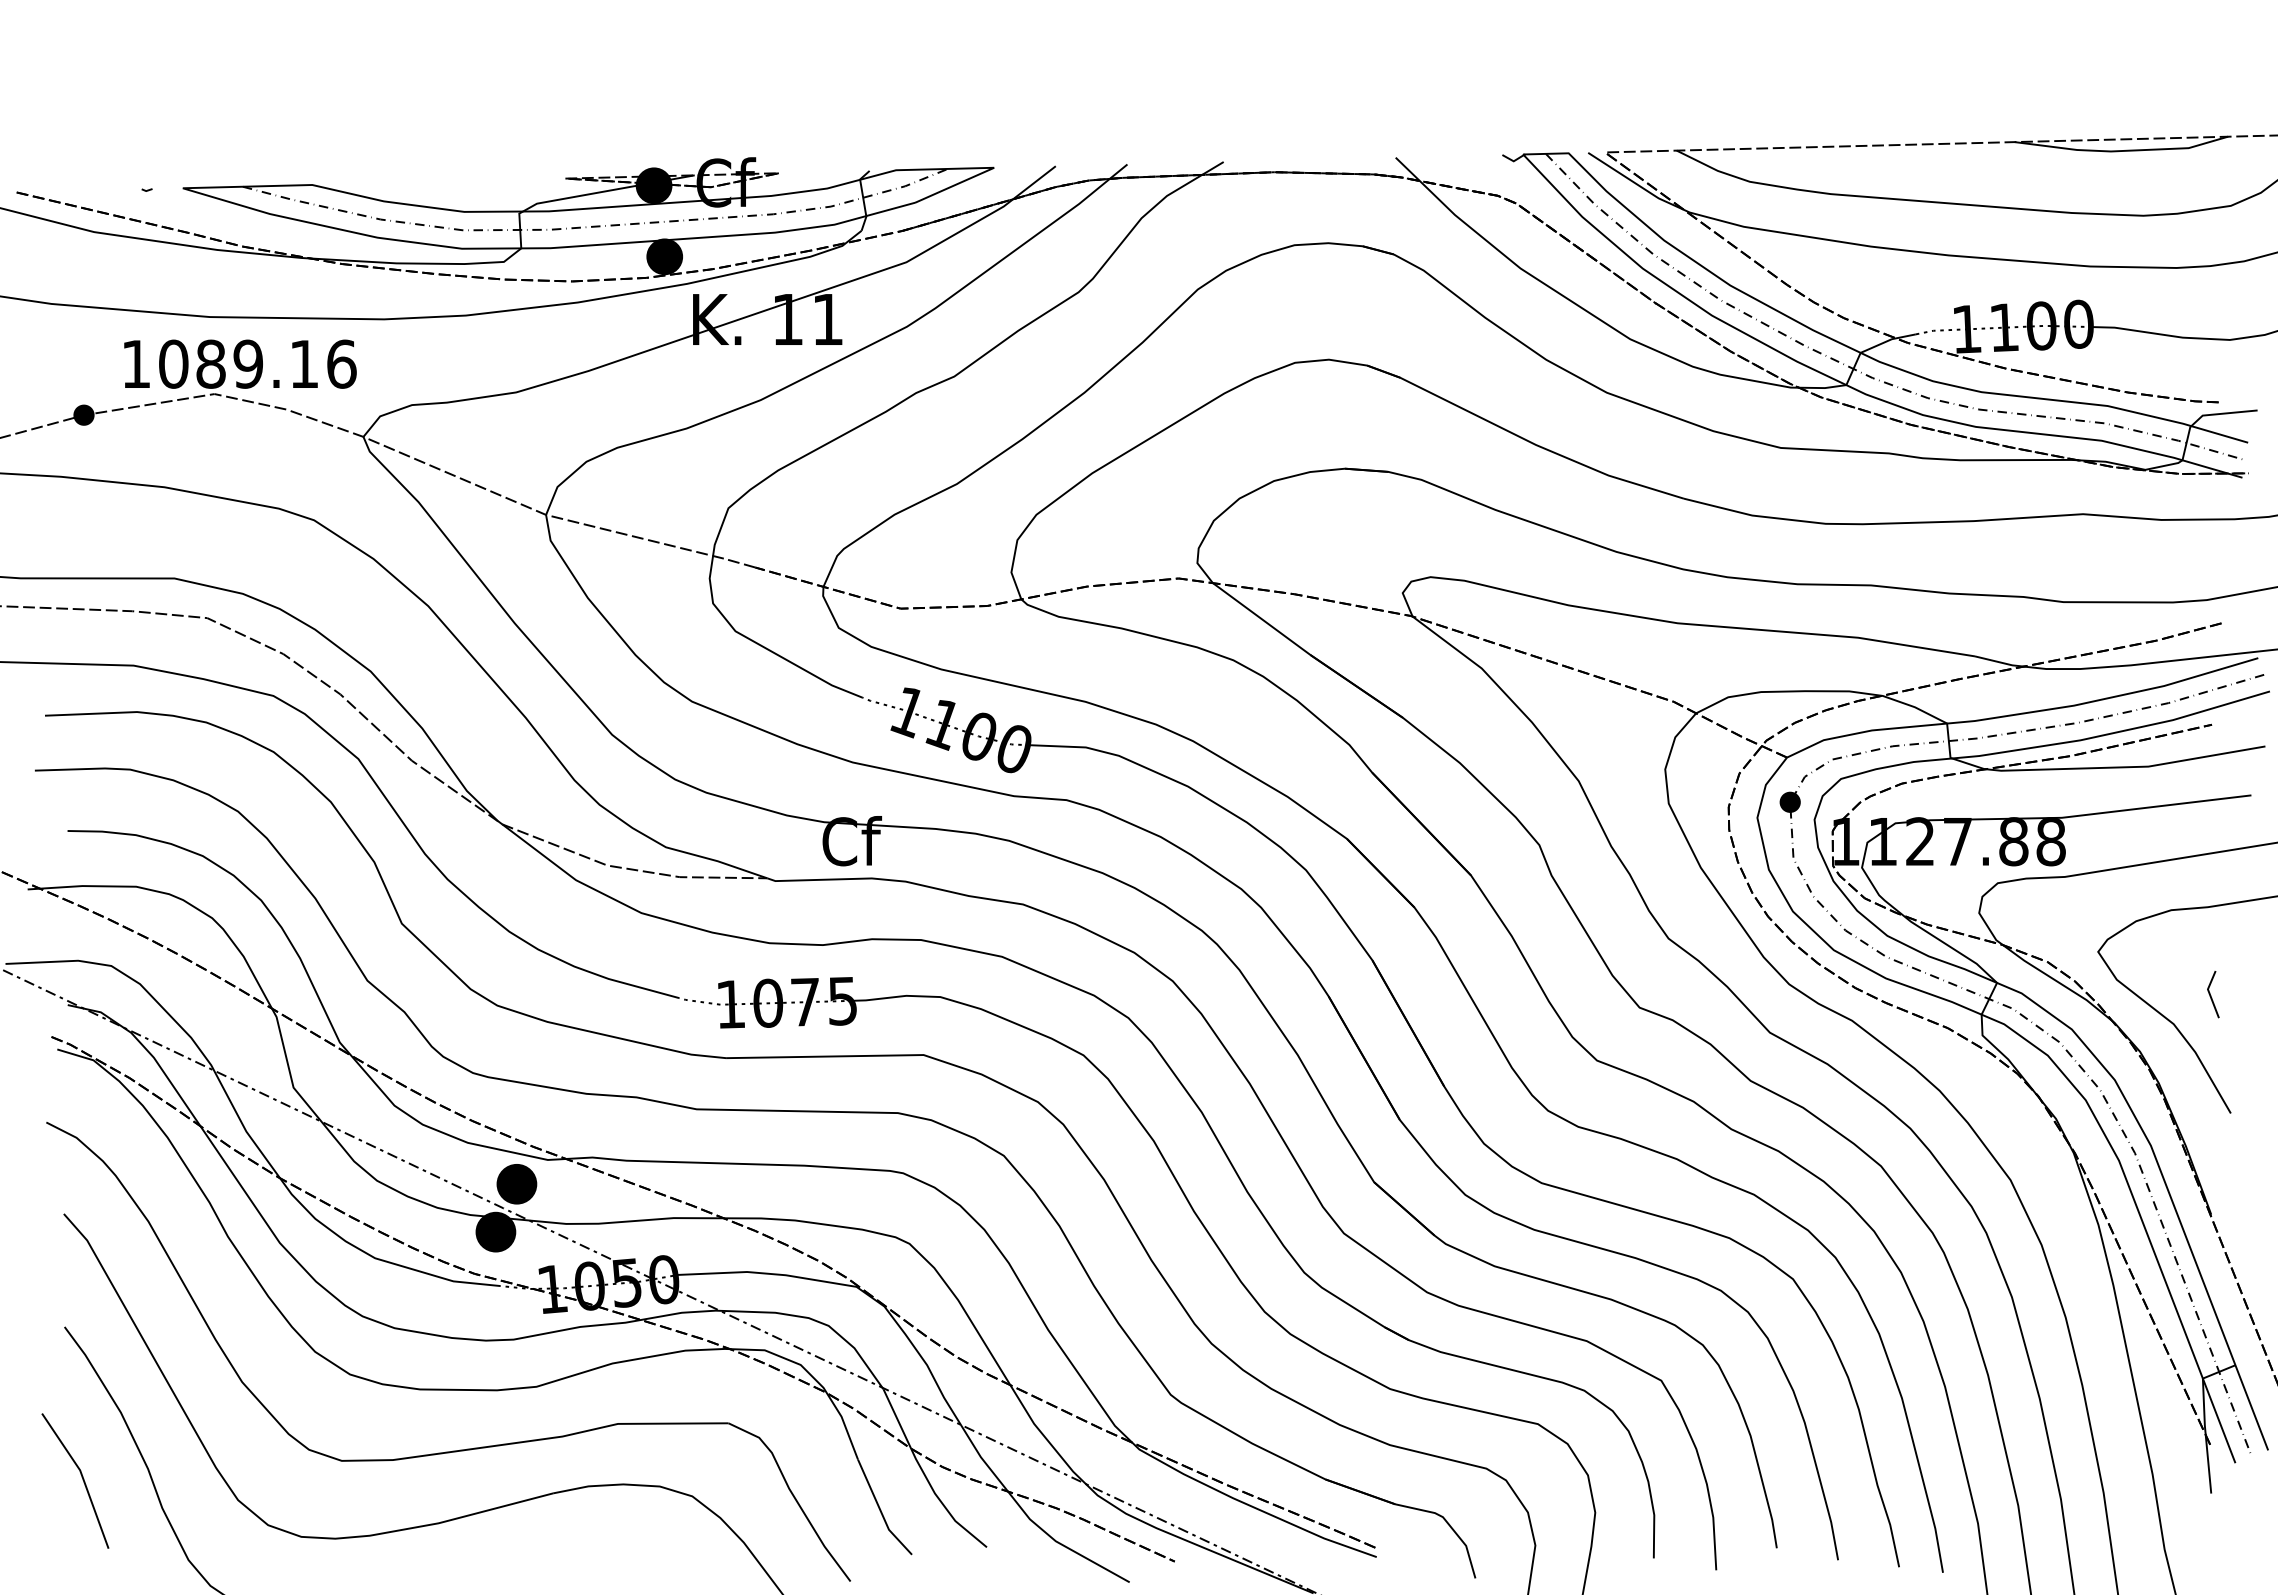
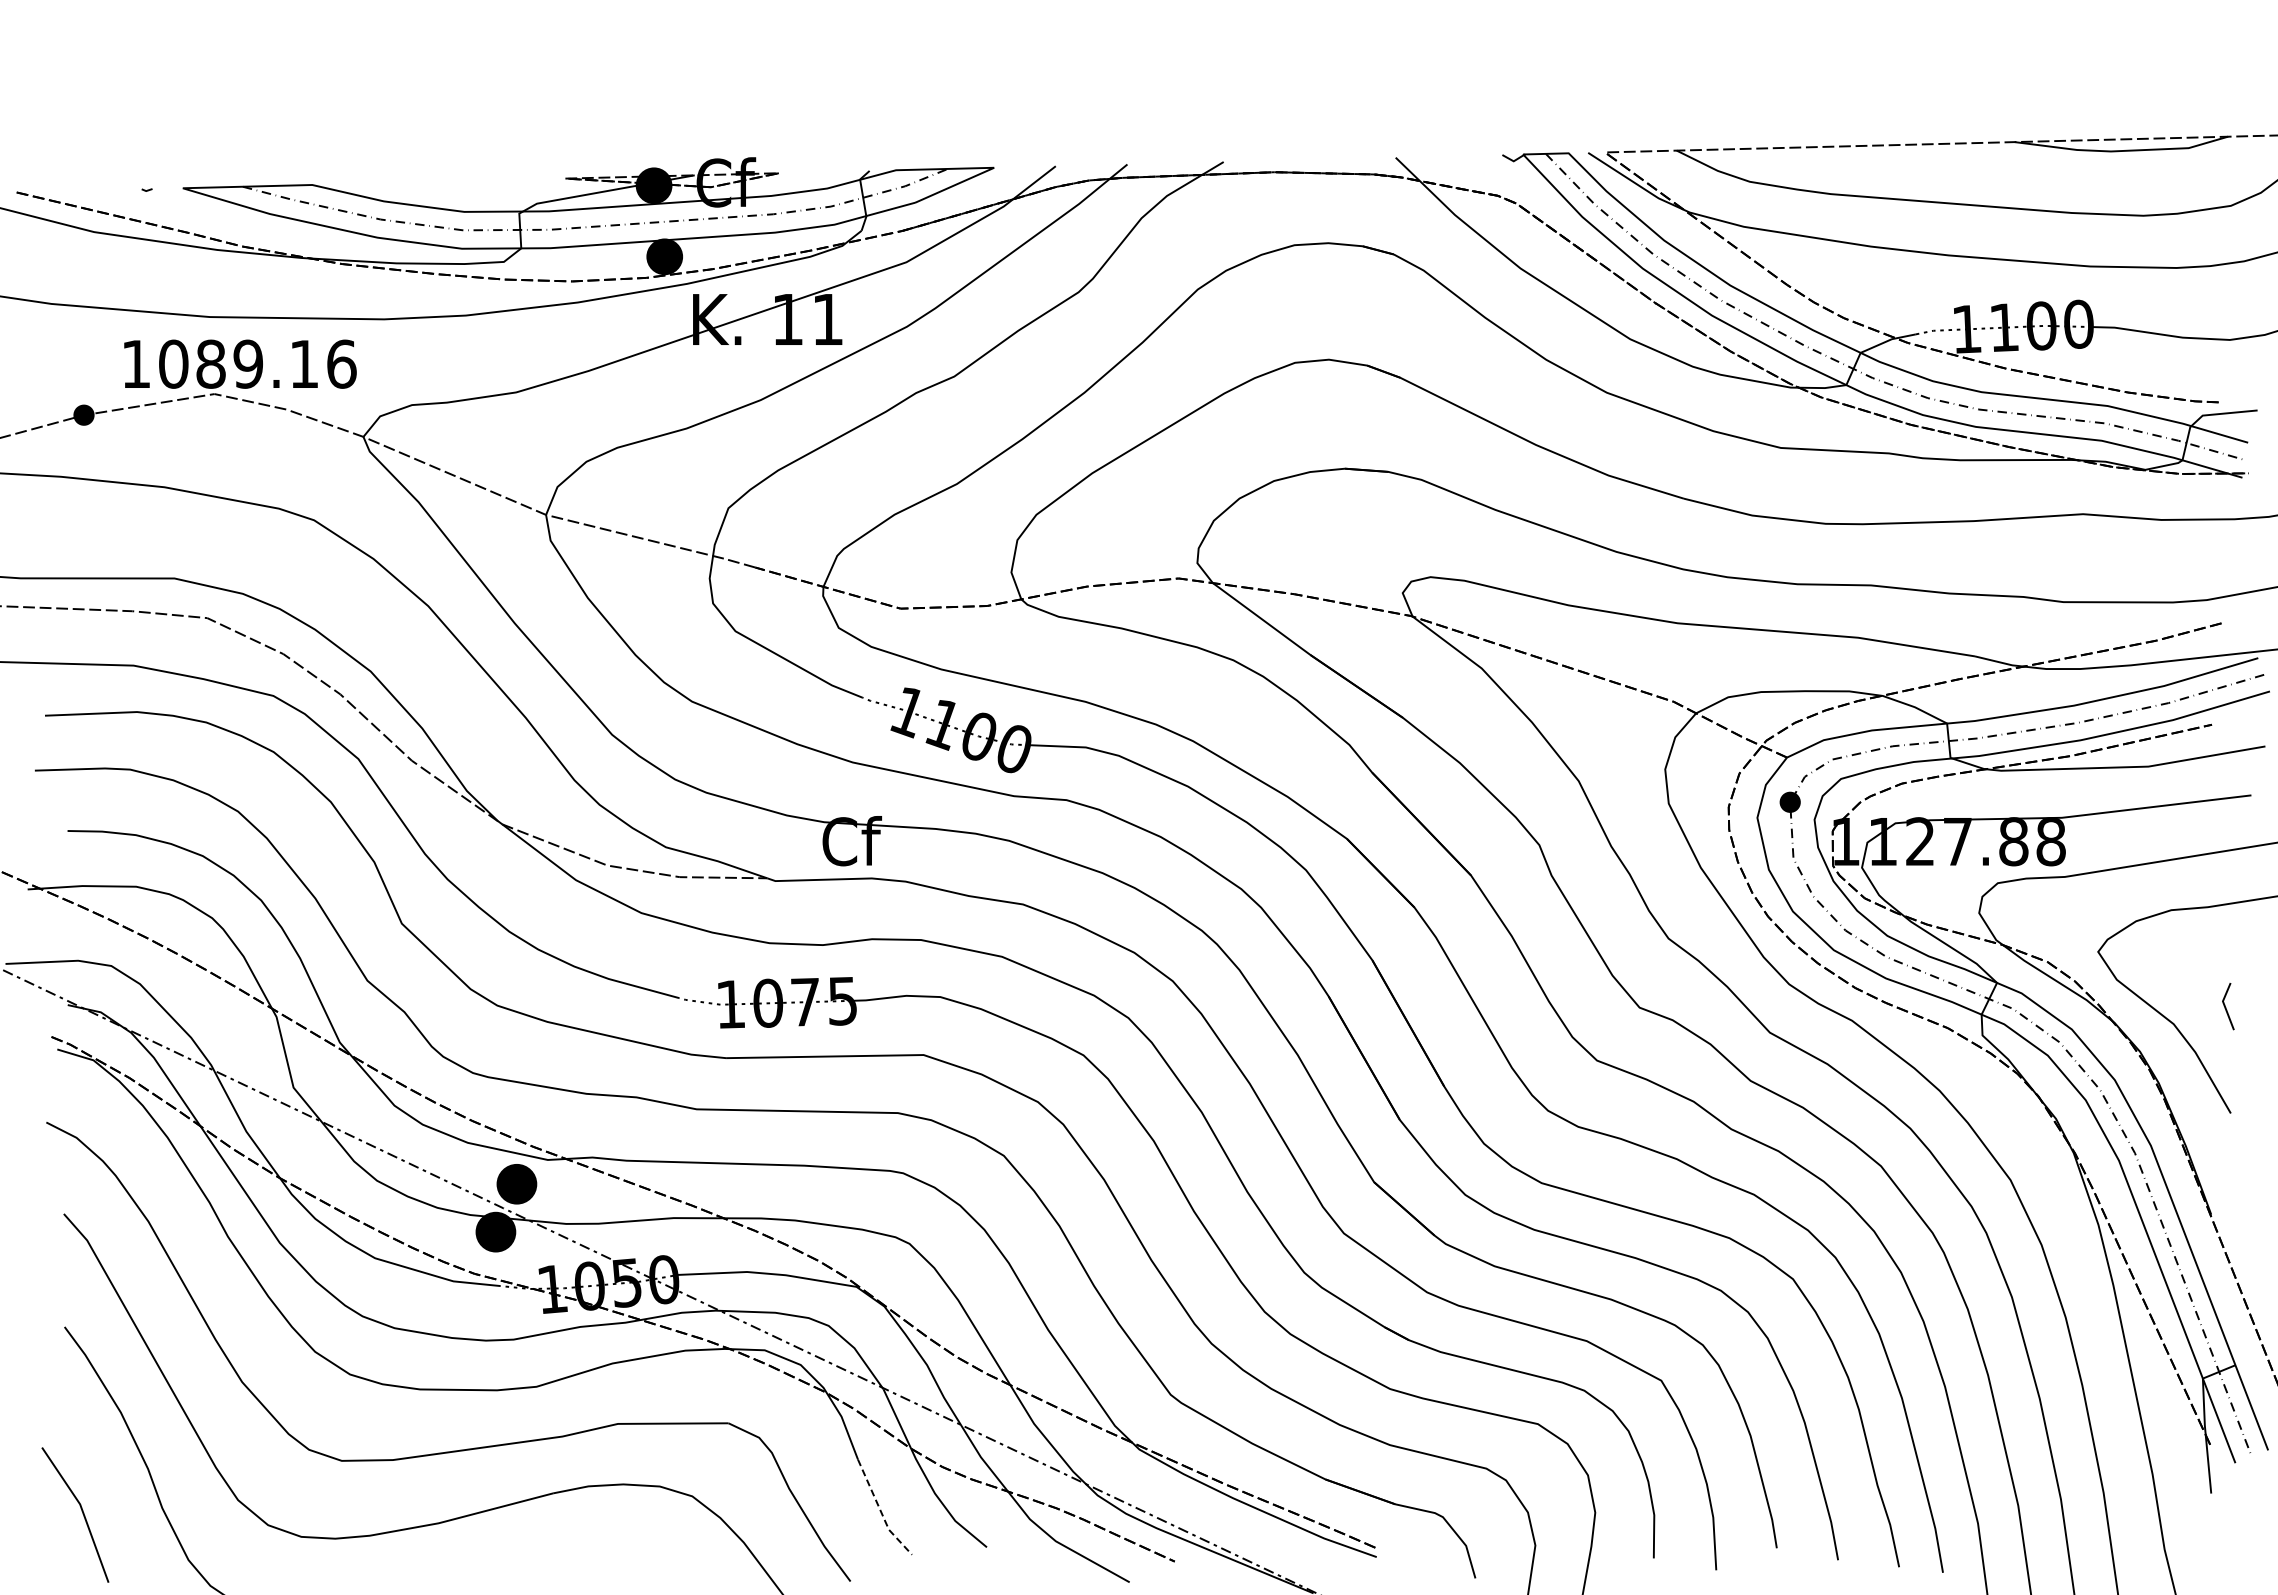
line at (2211, 995) position: (2211, 995) -> (2226, 1007)
line at (81, 1477) position: (81, 1477) -> (81, 1511)
line at (880, 1510): solid -> dashed
